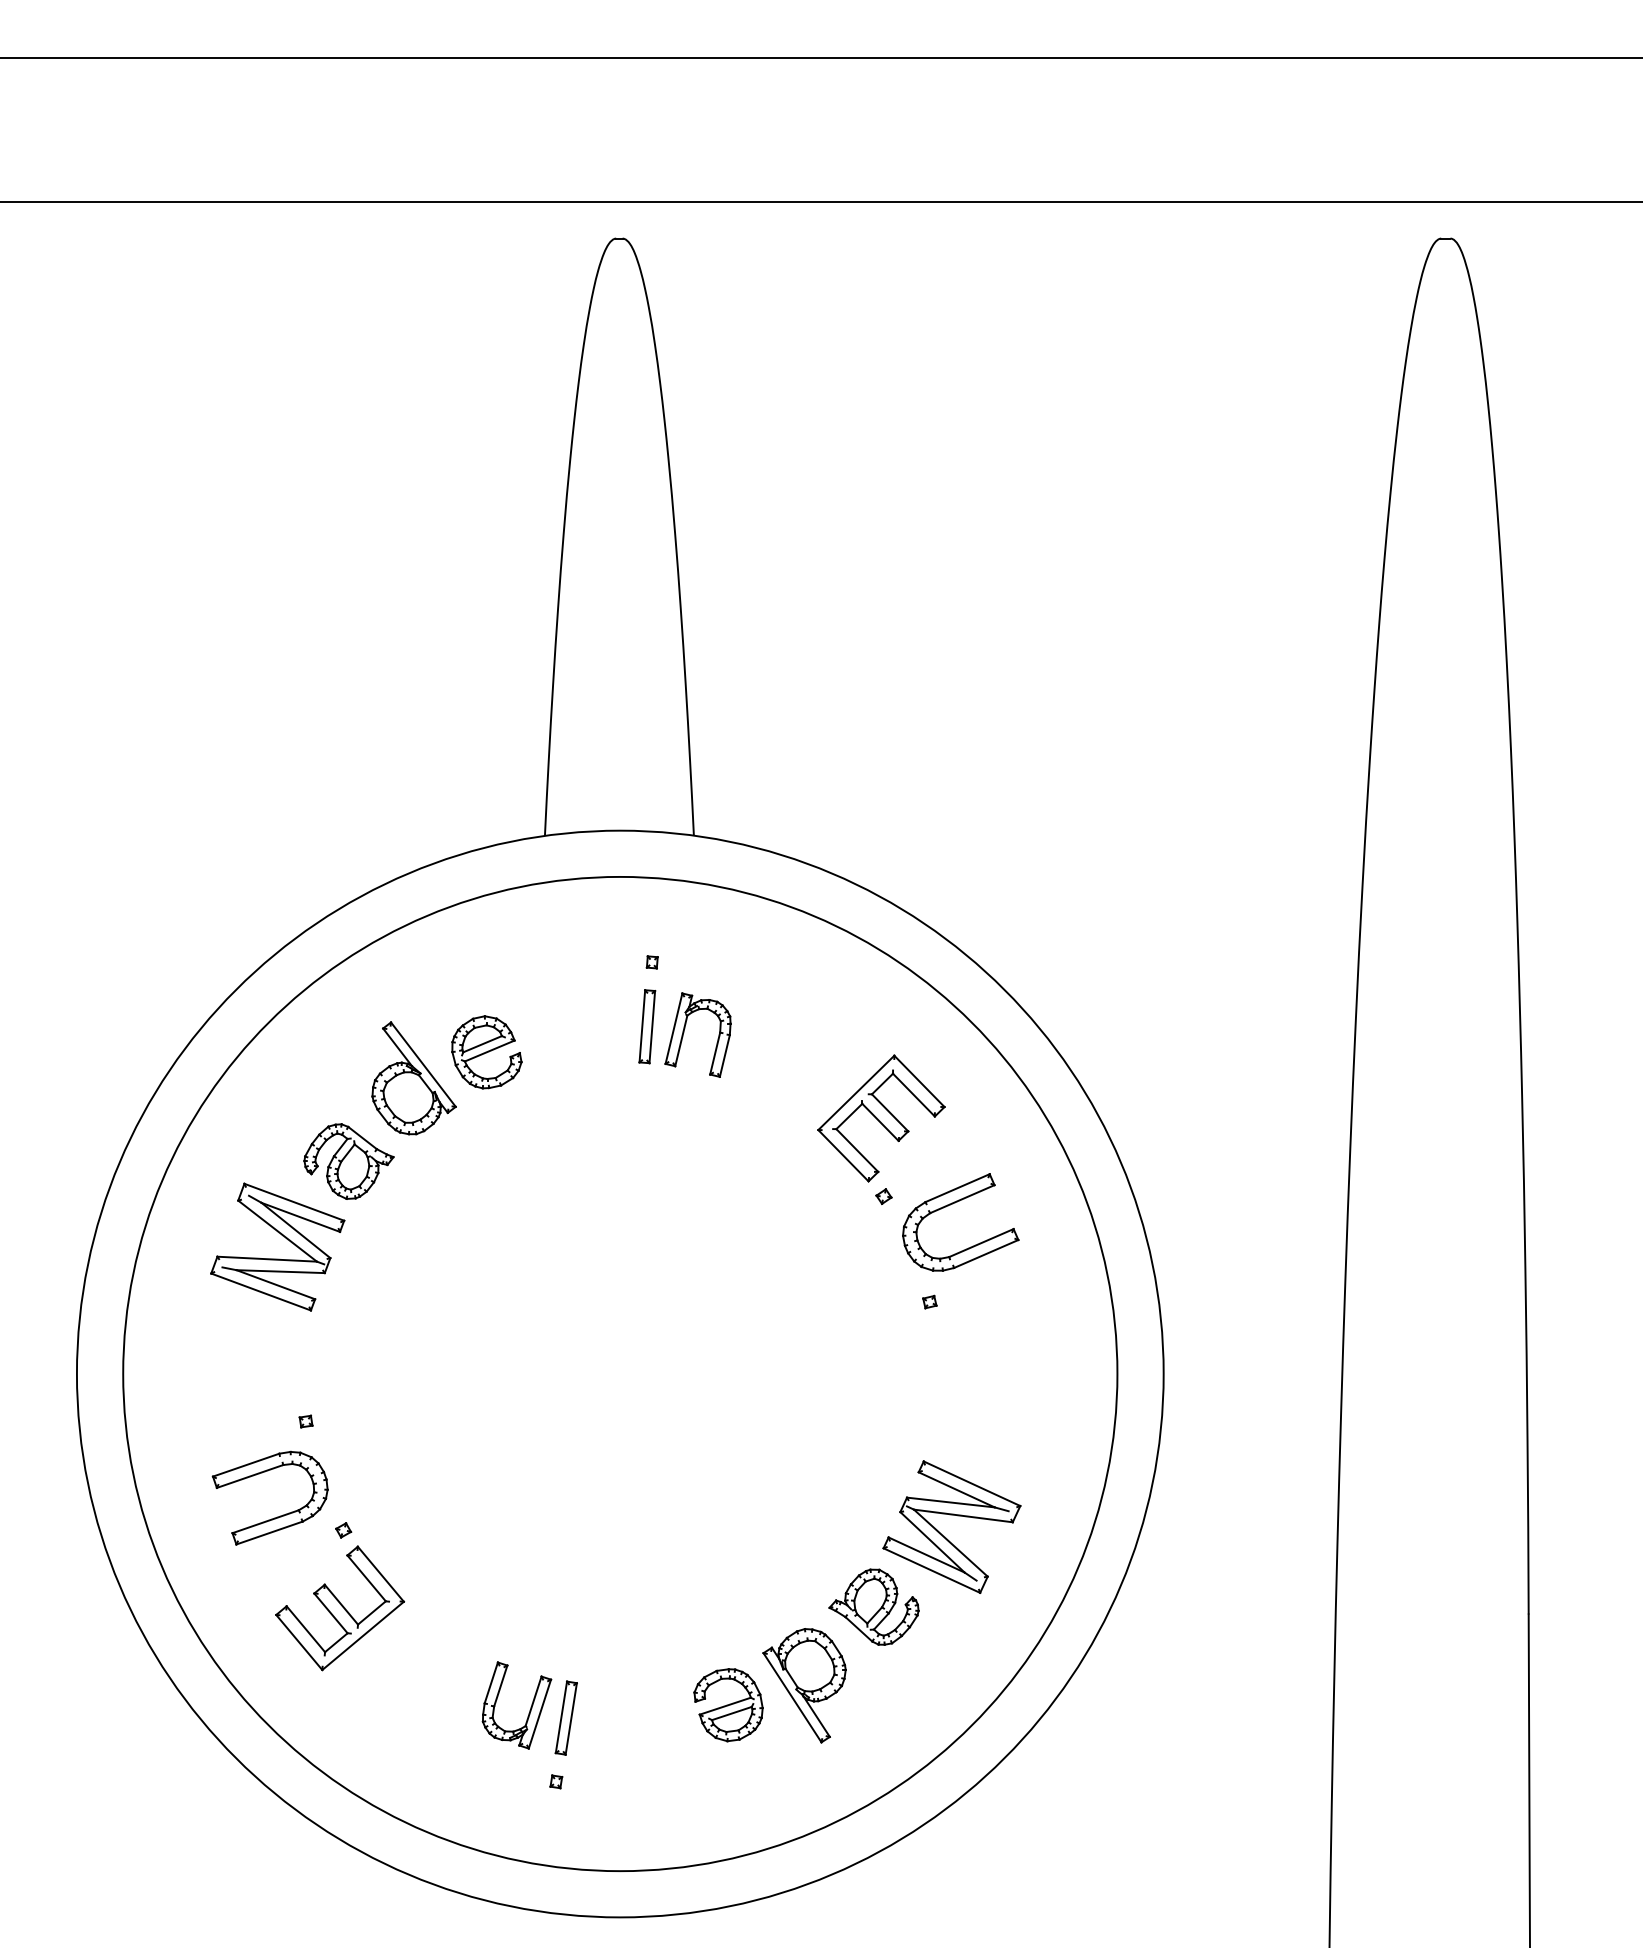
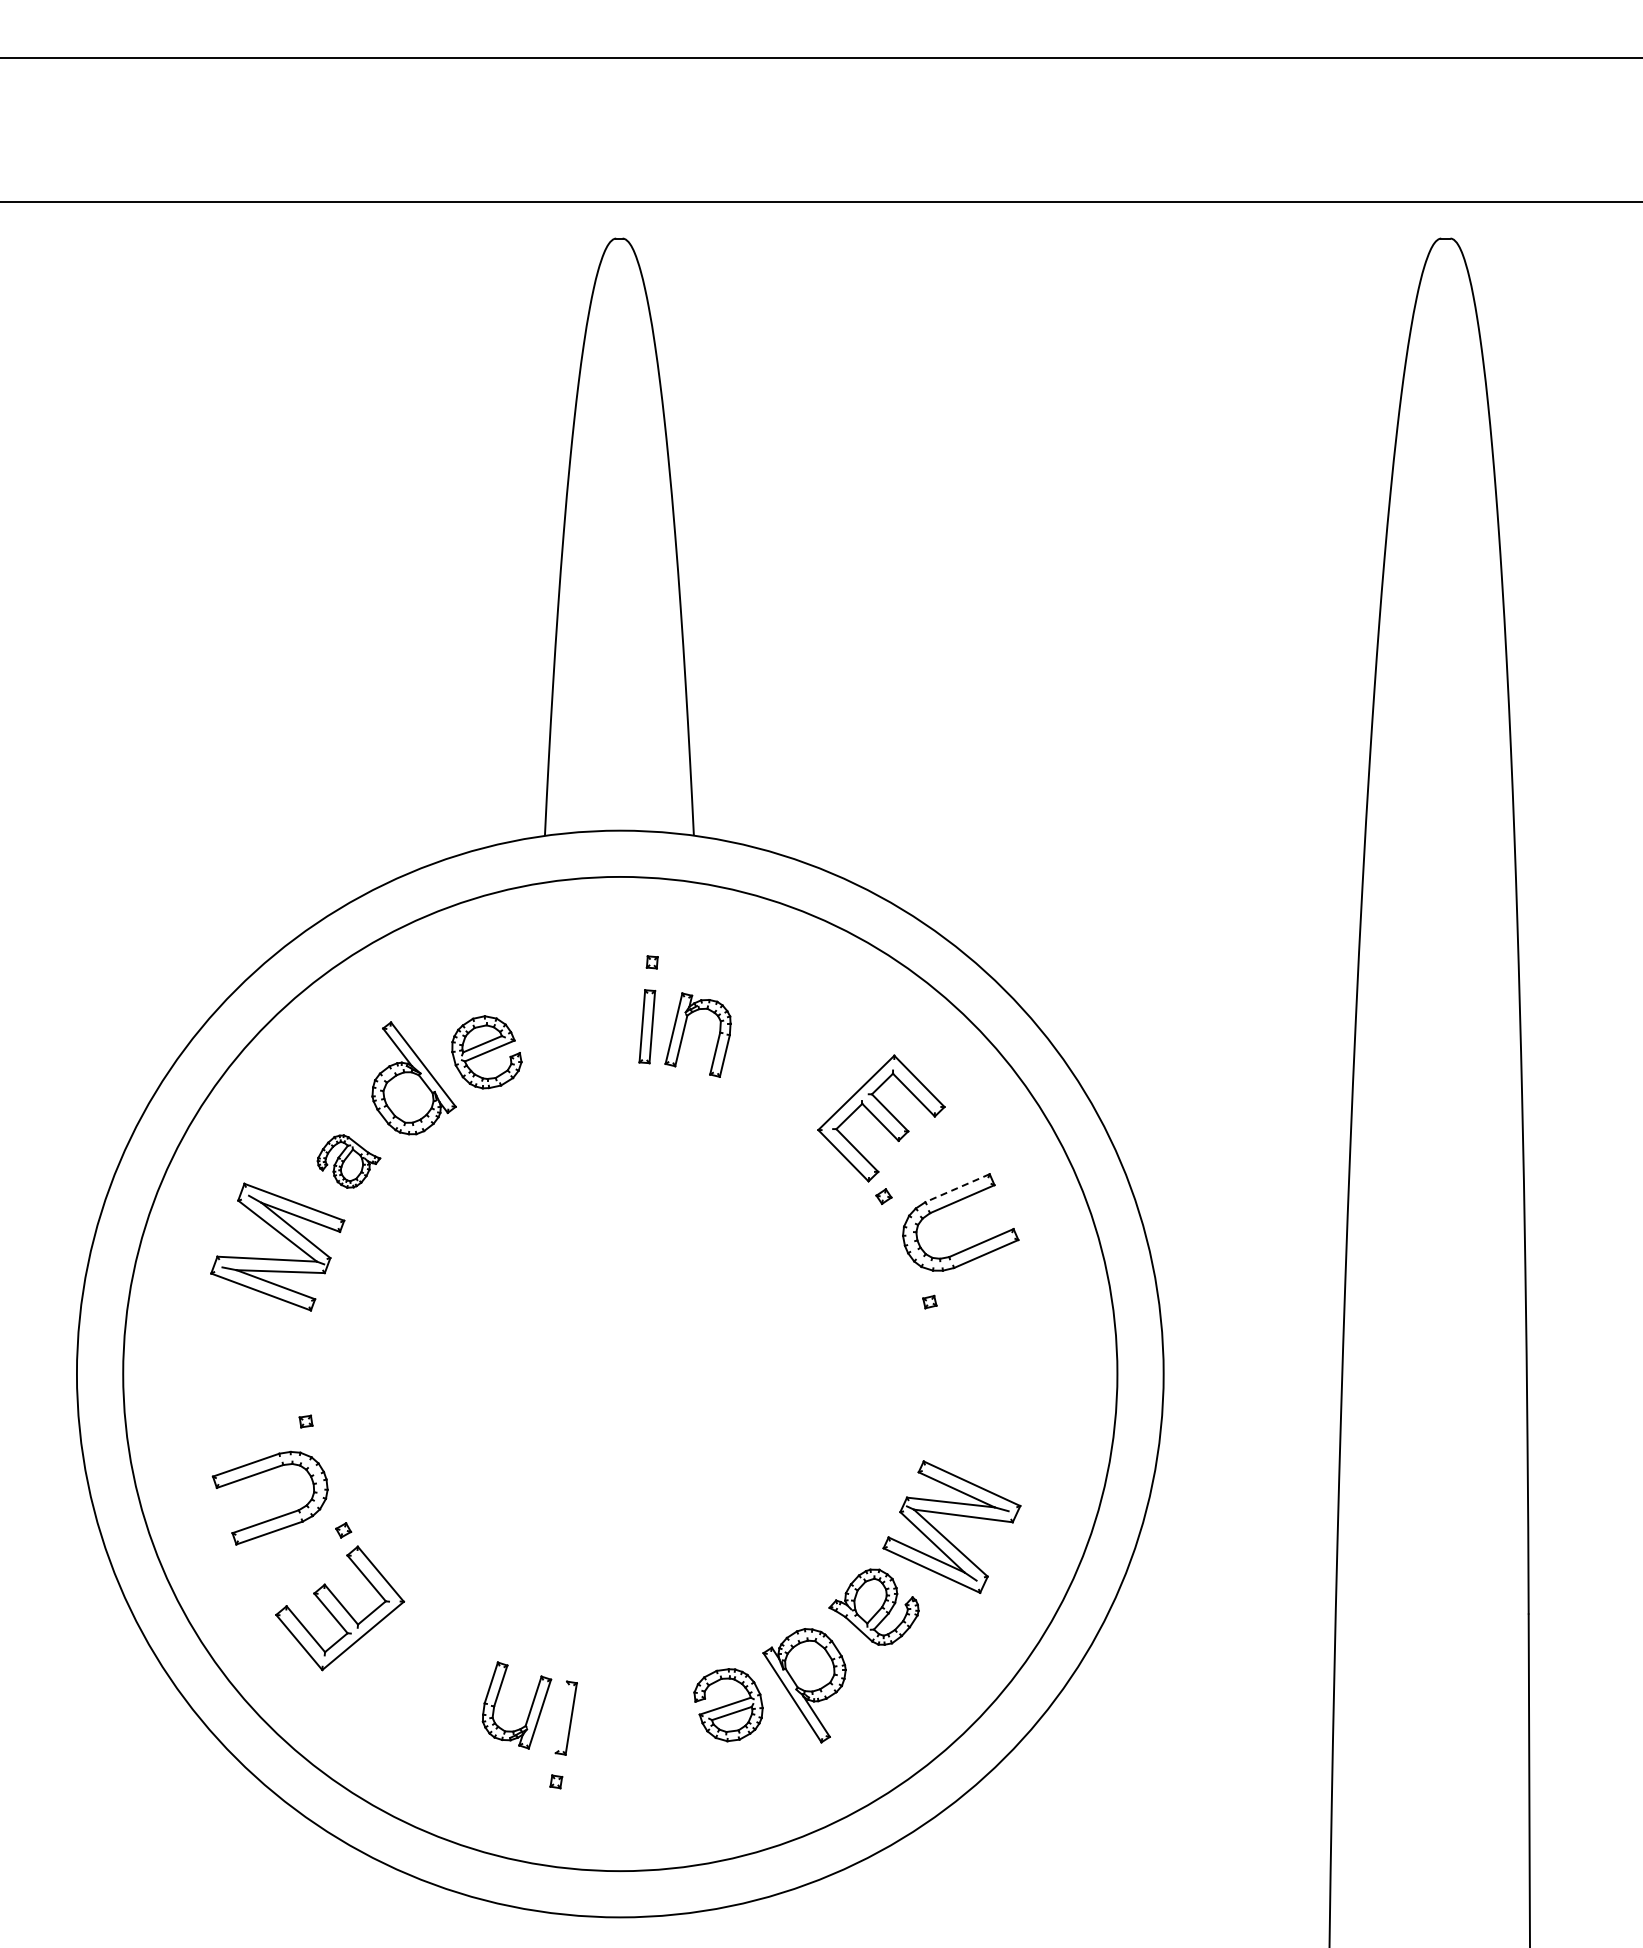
part at (348, 1161) size: 92x77 px -> 66x55 px
line at (957, 1188): solid -> dashed
line at (561, 1717): present -> none
